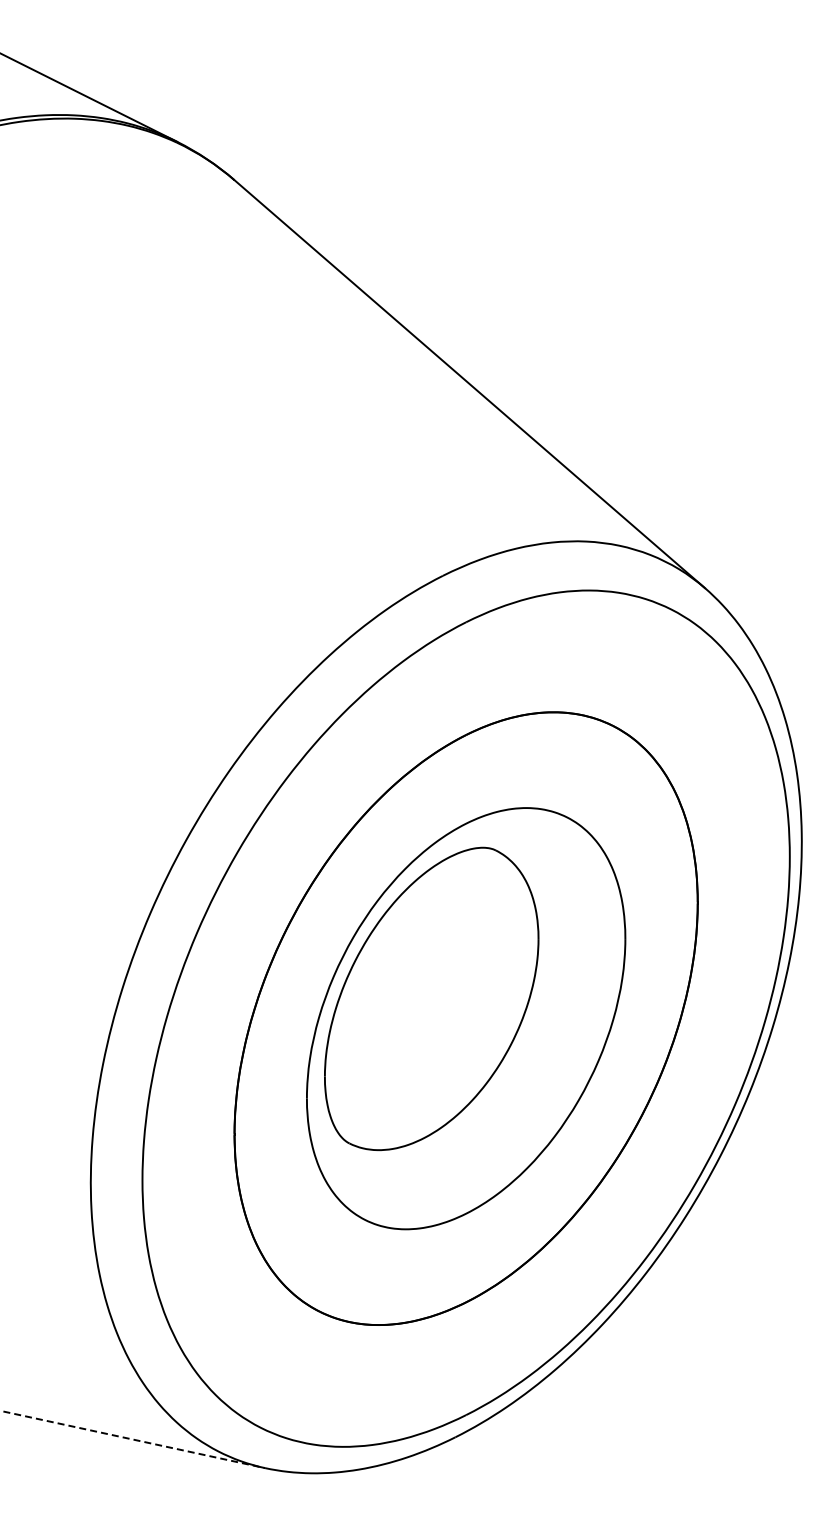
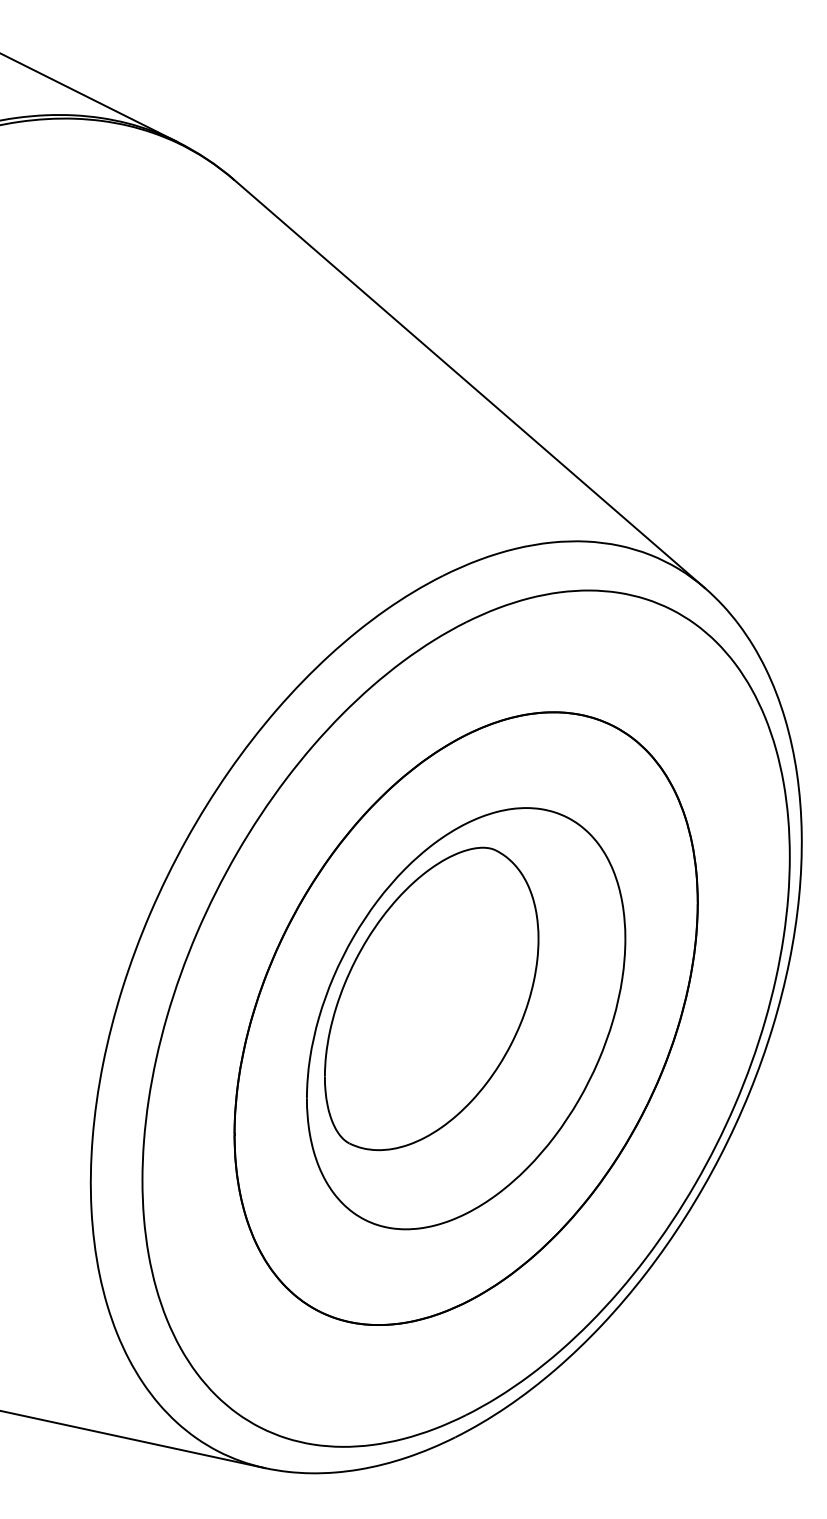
line at (133, 1439): dashed -> solid
